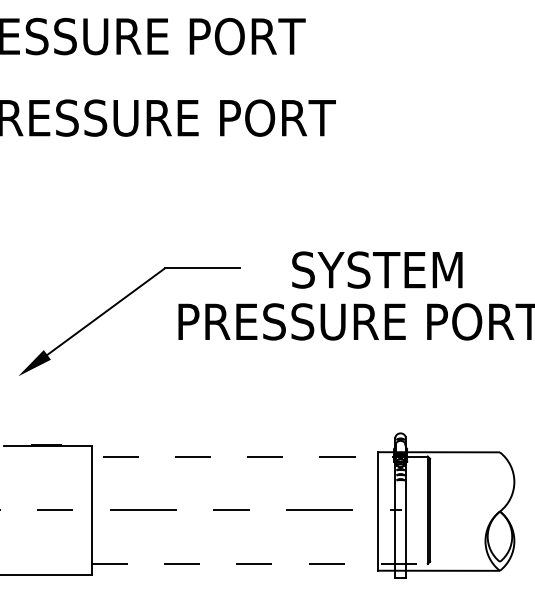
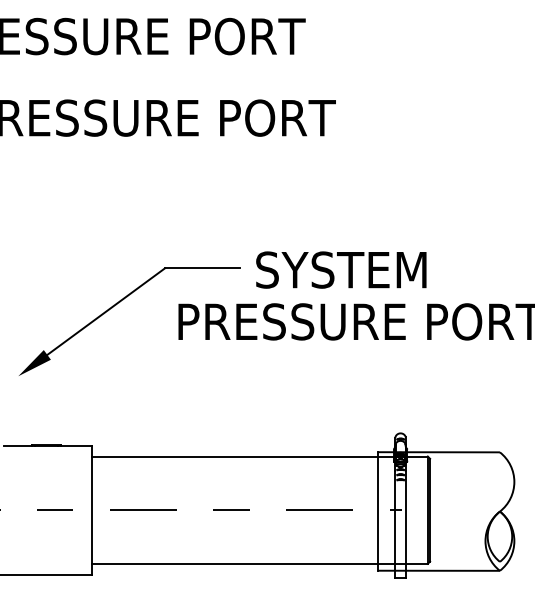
text at (377, 269) position: (377, 269) -> (341, 269)
line at (259, 456): dashed -> solid
line at (260, 563): dashed -> solid
